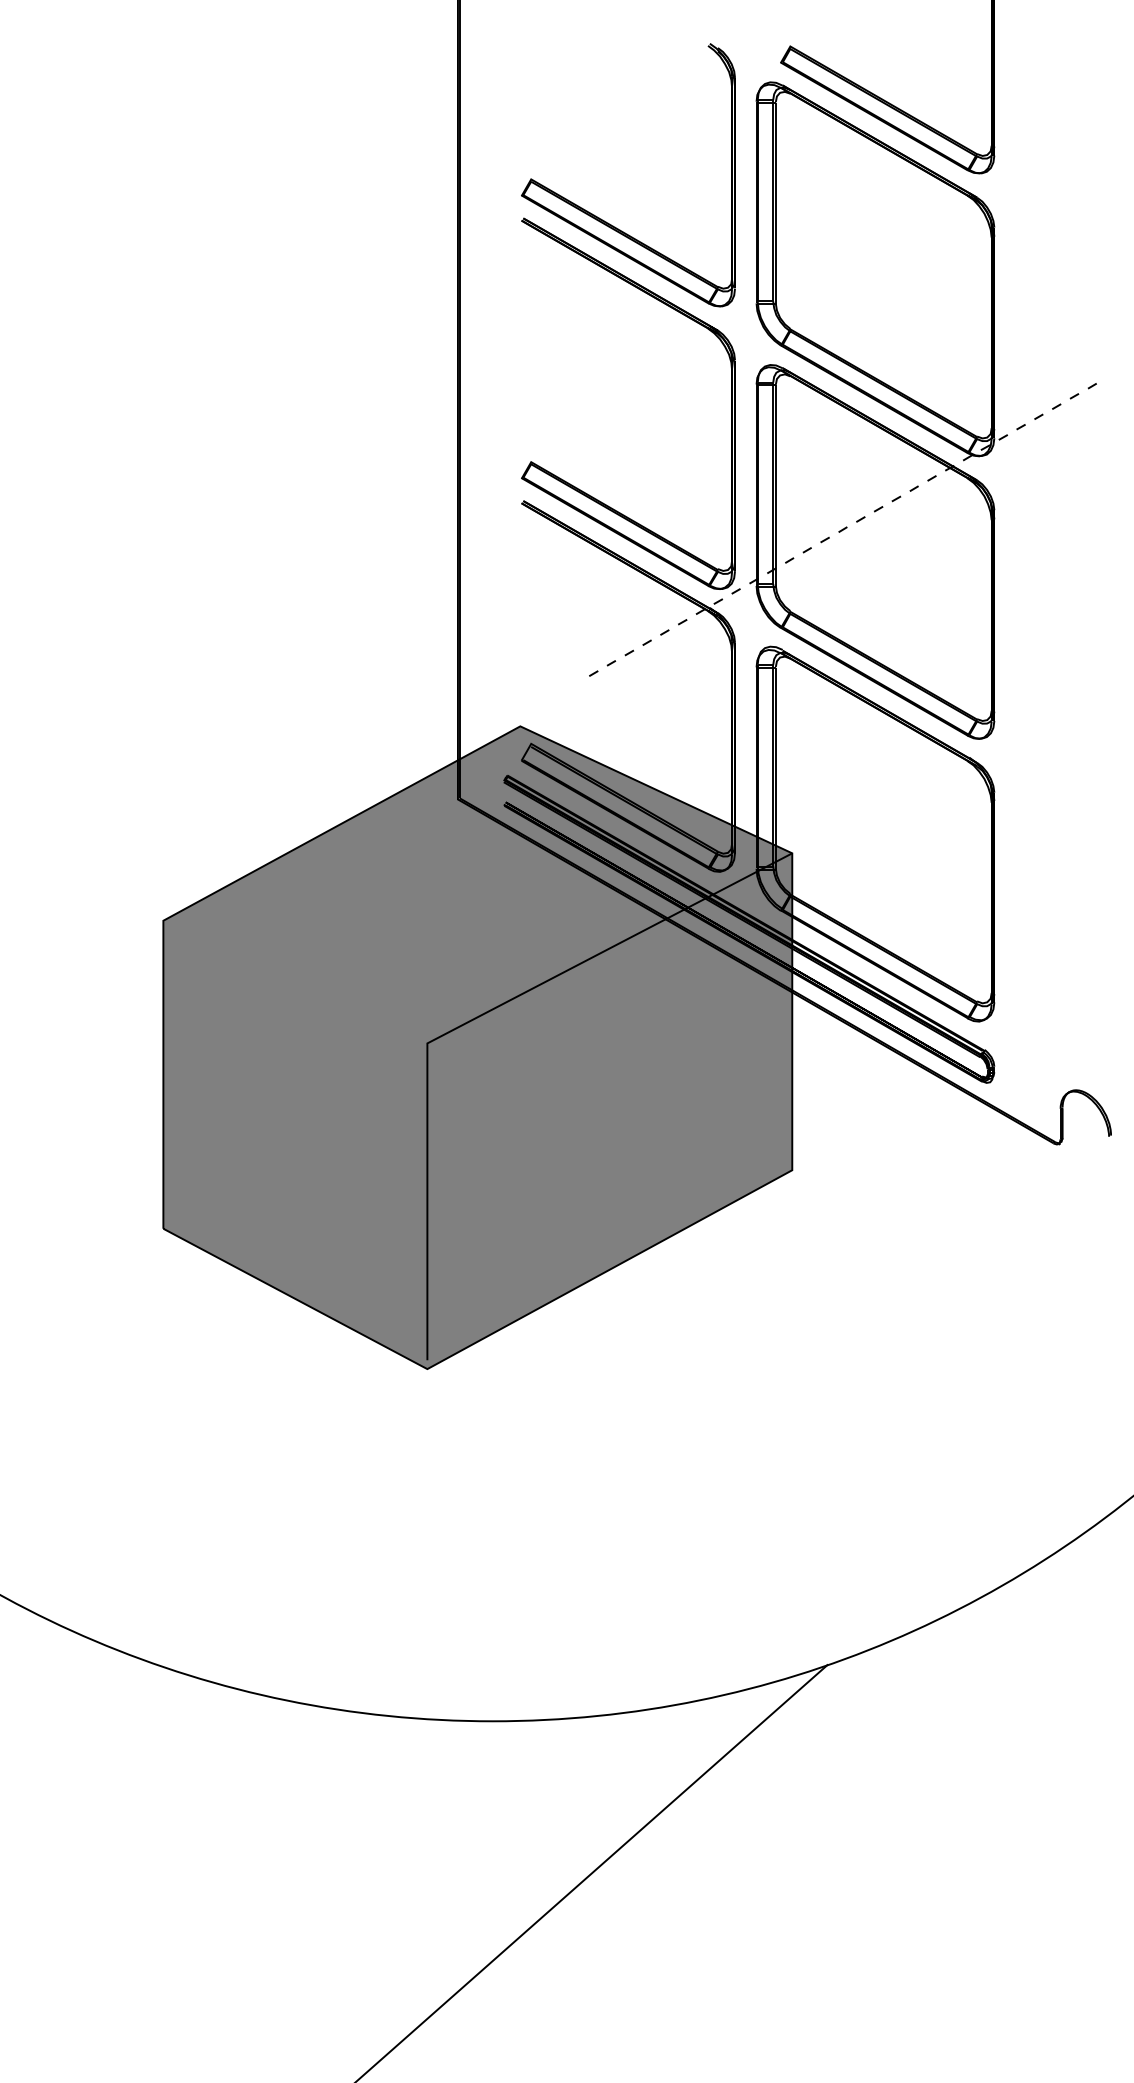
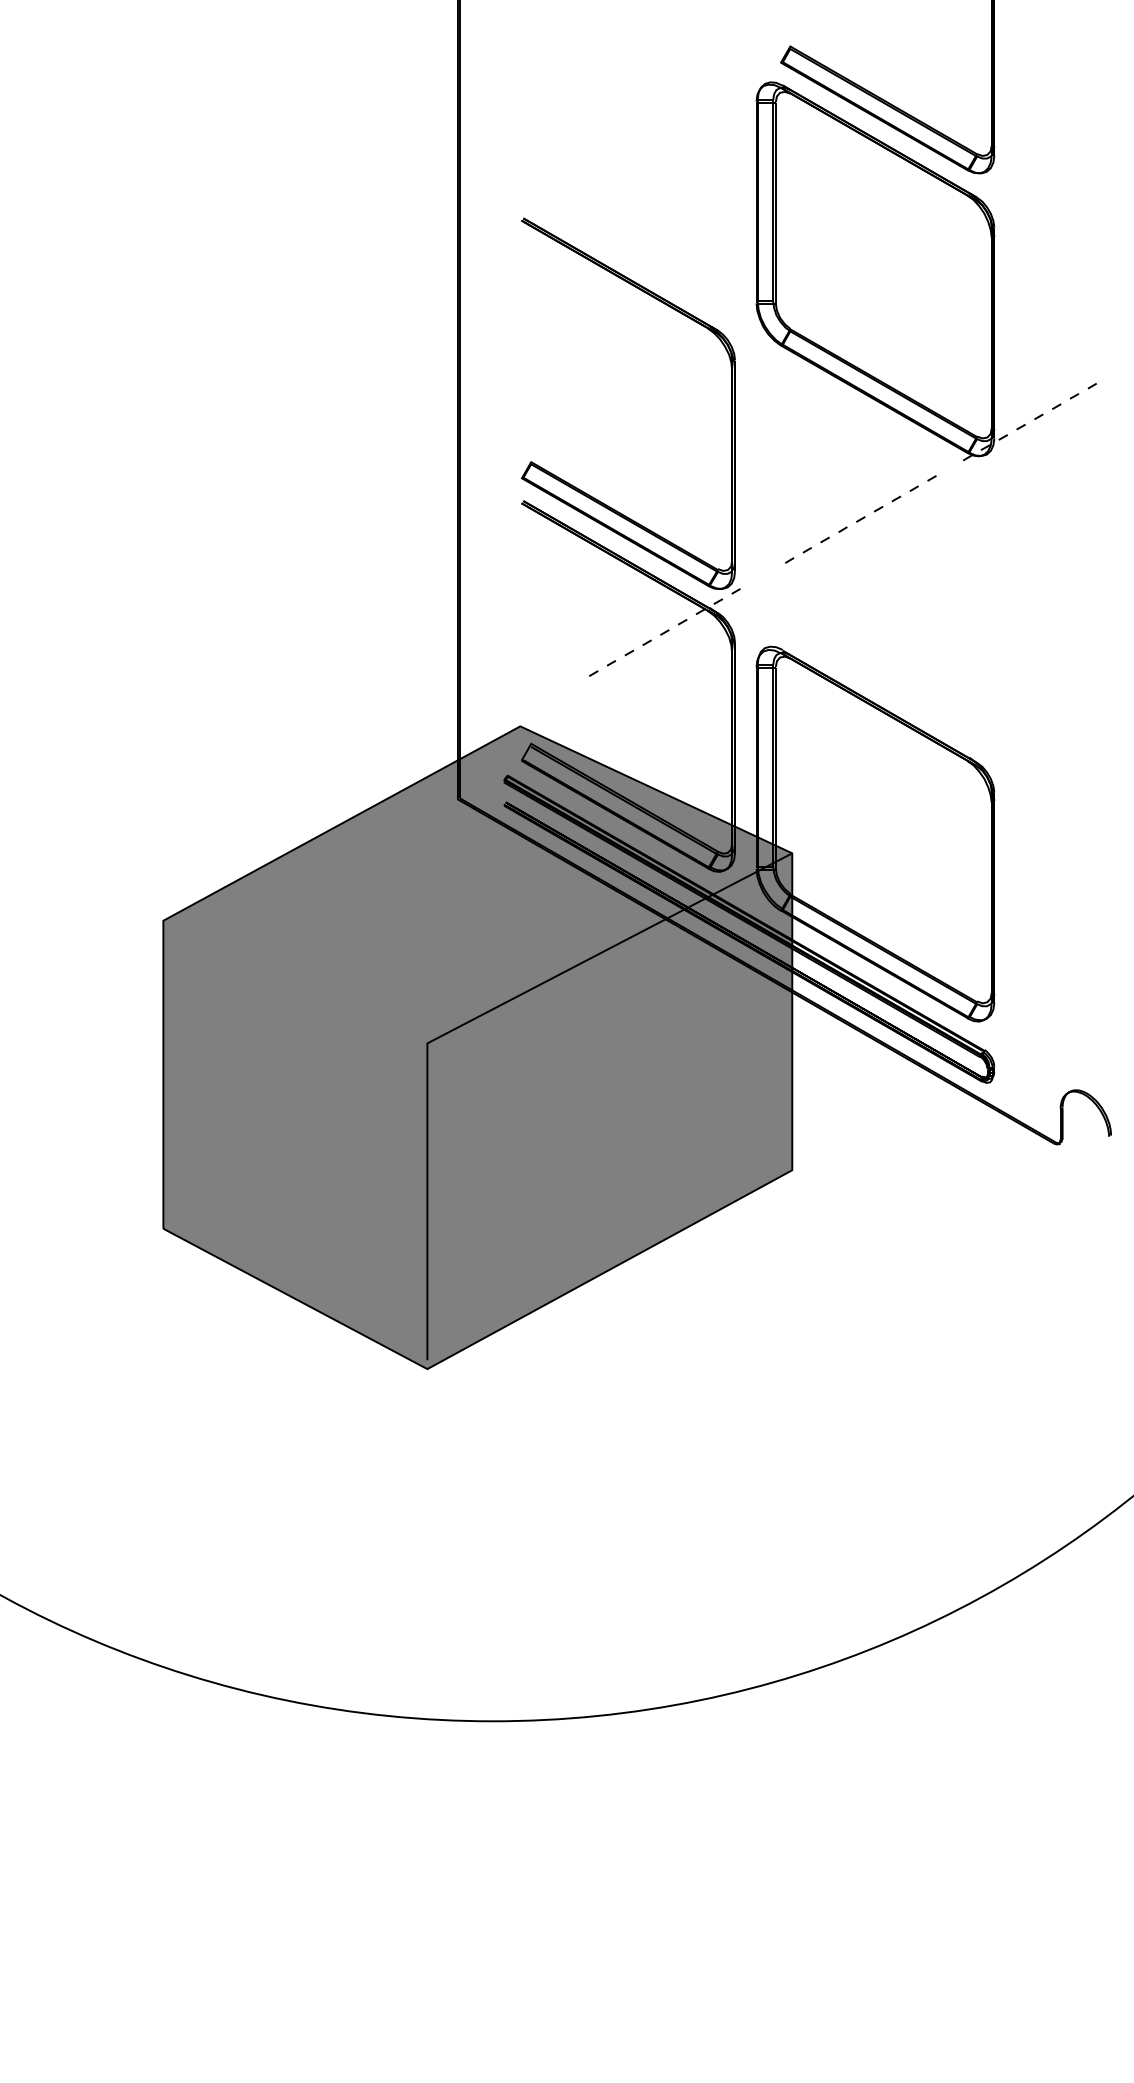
part at (601, 218): present -> none
part at (872, 551): present -> none
line at (592, 1872): present -> none
